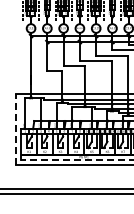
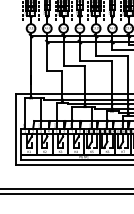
line at (15, 129): dashed -> solid
line at (77, 160): dashed -> solid
